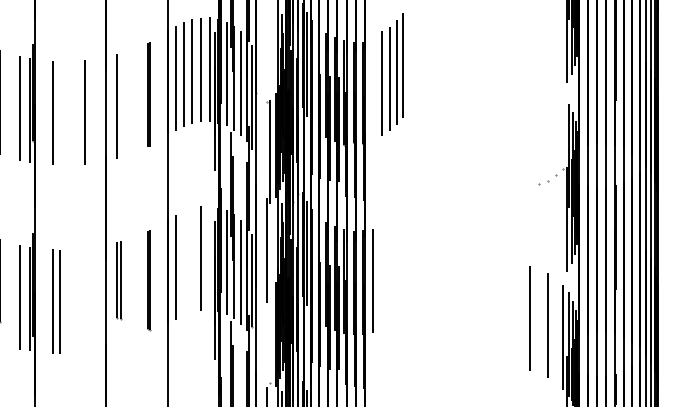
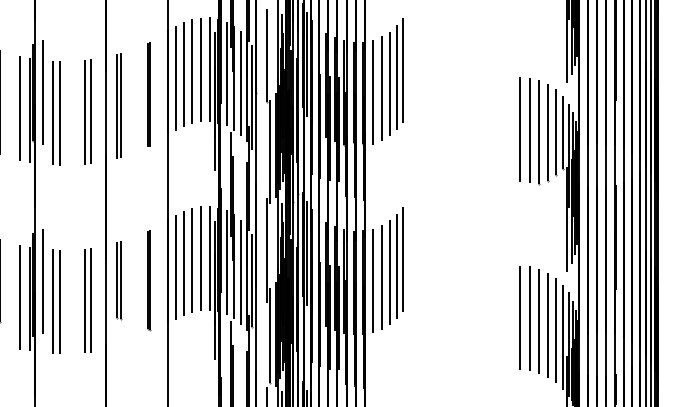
line at (266, 55): none -> present
part at (392, 74) position: (392, 74) -> (392, 79)
line at (372, 91): none -> present
line at (43, 92): none -> present
line at (121, 104): none -> present
line at (90, 111): none -> present
line at (60, 112): none -> present
line at (519, 129): none -> present
line at (529, 129): none -> present
line at (547, 131): none -> present
line at (562, 131): none -> present
line at (539, 132): none -> present
line at (555, 132): none -> present
line at (209, 258): none -> present
line at (403, 258): none -> present
line at (192, 259): none -> present
line at (184, 262): none -> present
line at (397, 266): none -> present
line at (389, 272): none -> present
line at (381, 277): none -> present
line at (43, 280): none -> present
part at (87, 300): none -> present
line at (519, 317): none -> present
line at (539, 320): none -> present
line at (555, 330): none -> present
line at (270, 335): none -> present
